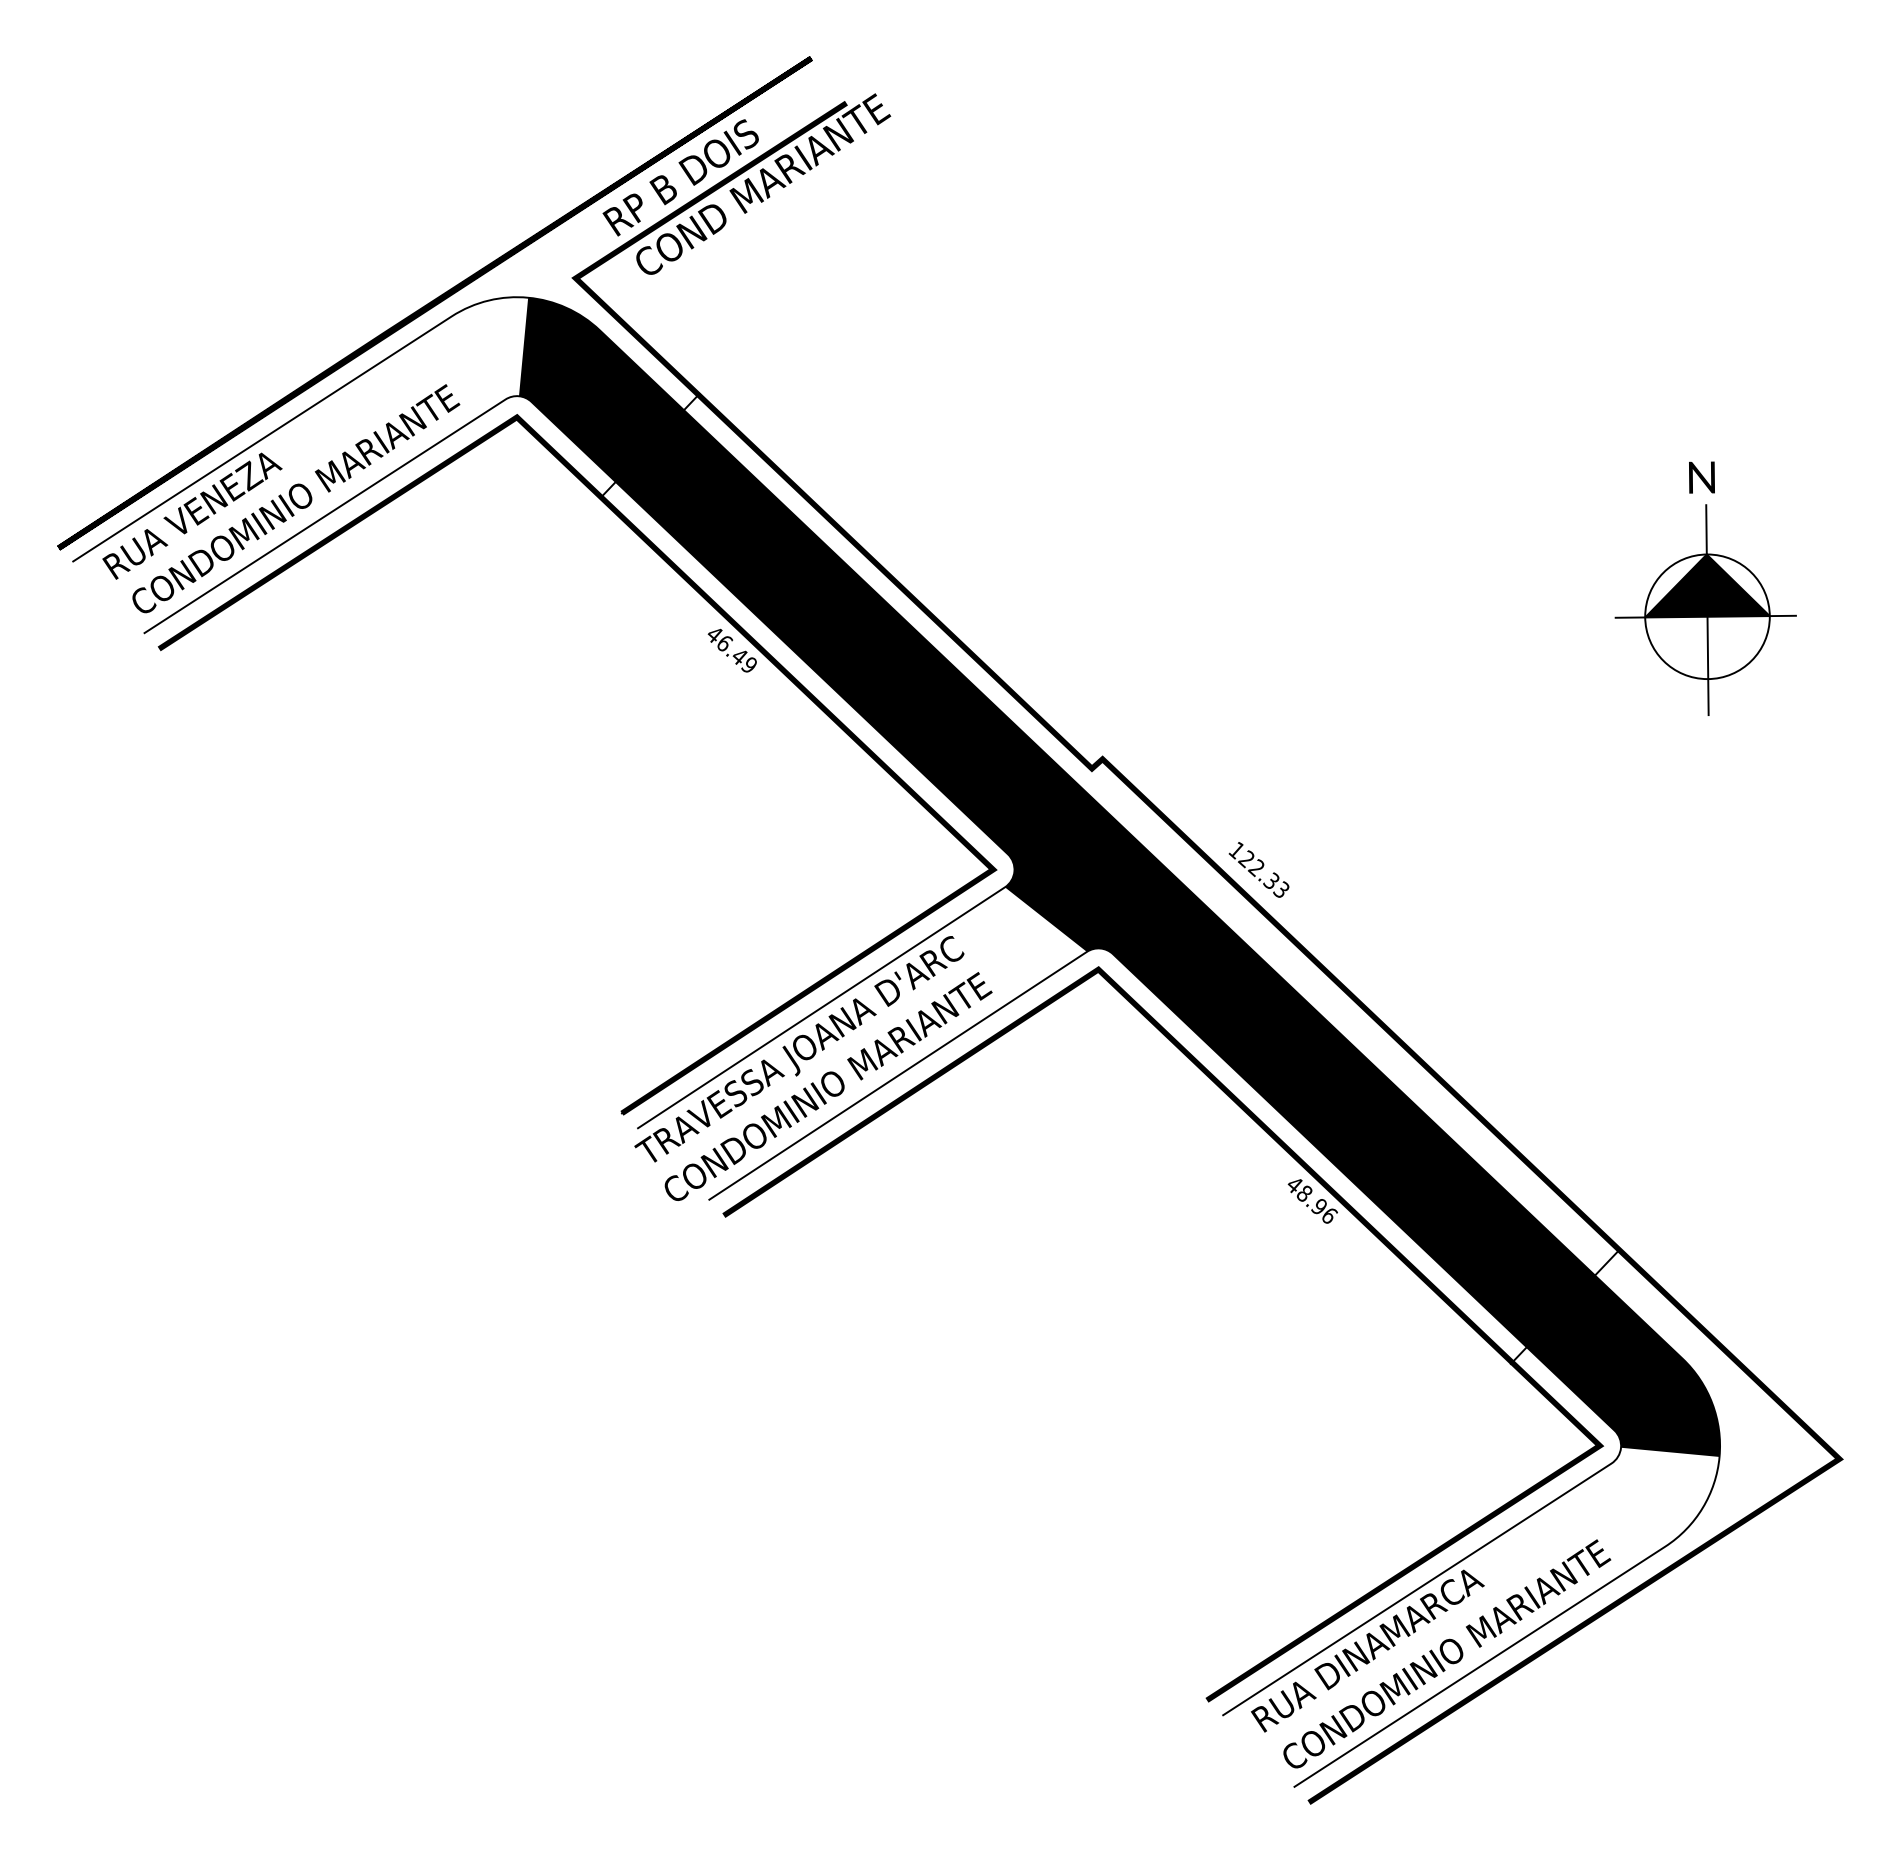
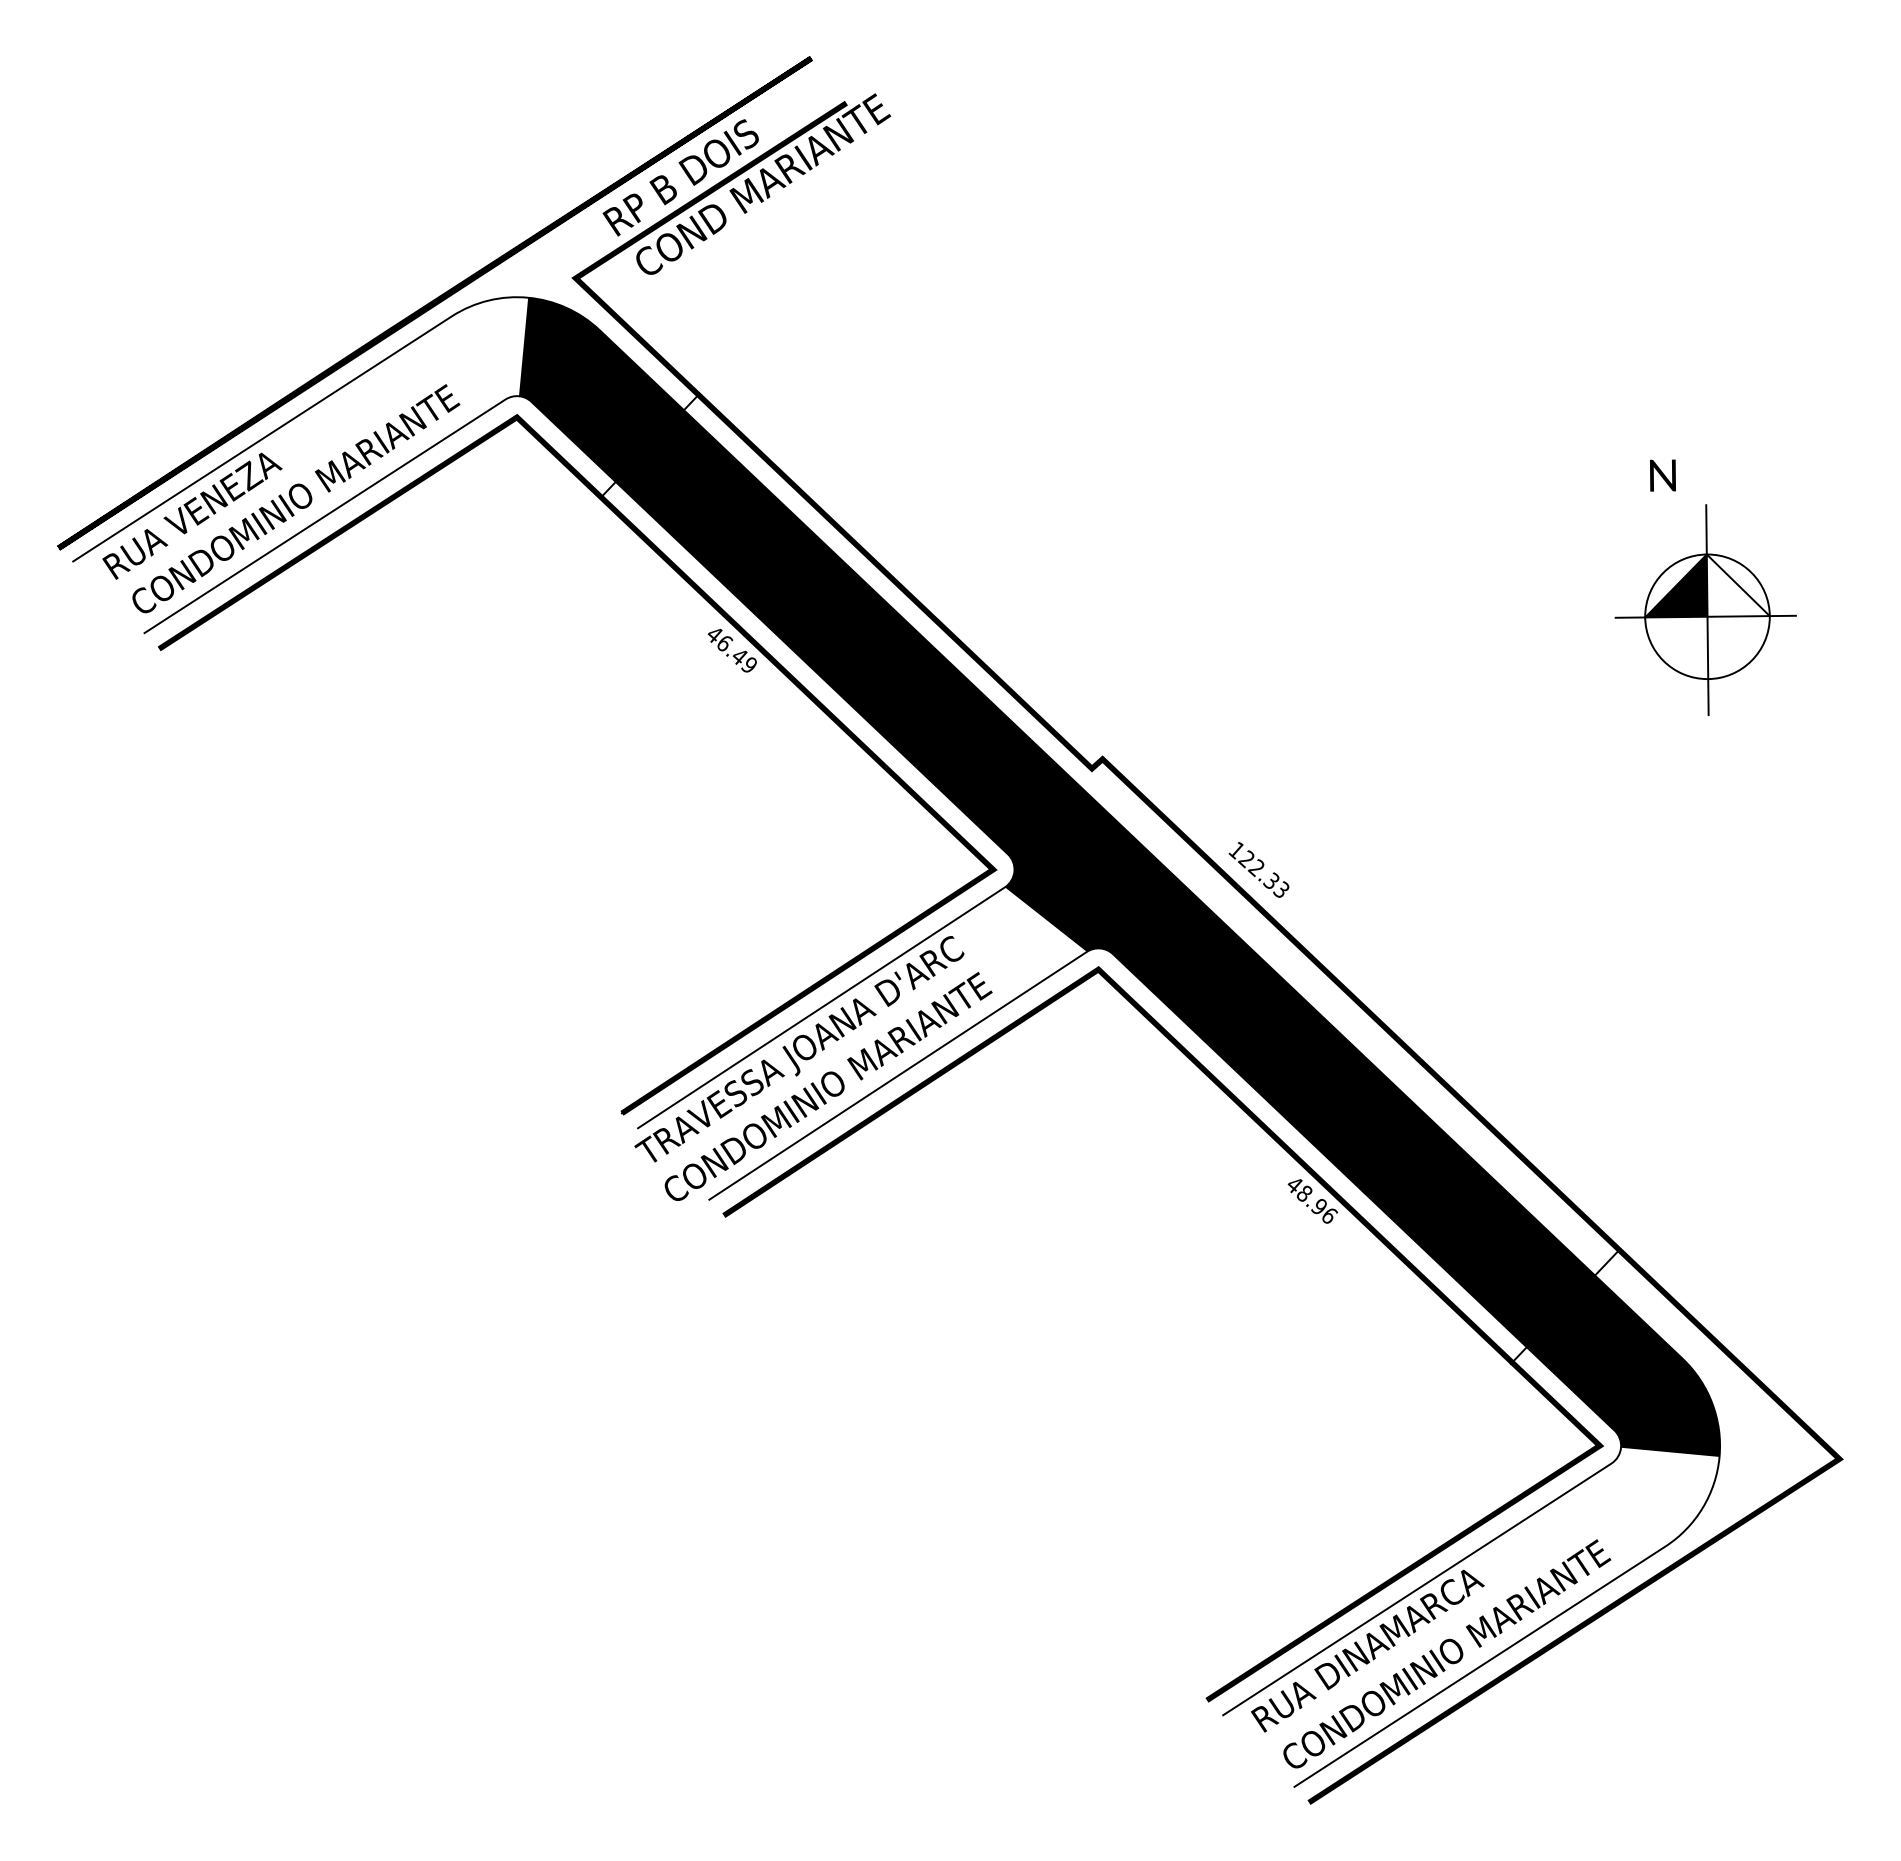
text at (1701, 477) position: (1701, 477) -> (1662, 475)
fill at (1737, 585): present -> none
